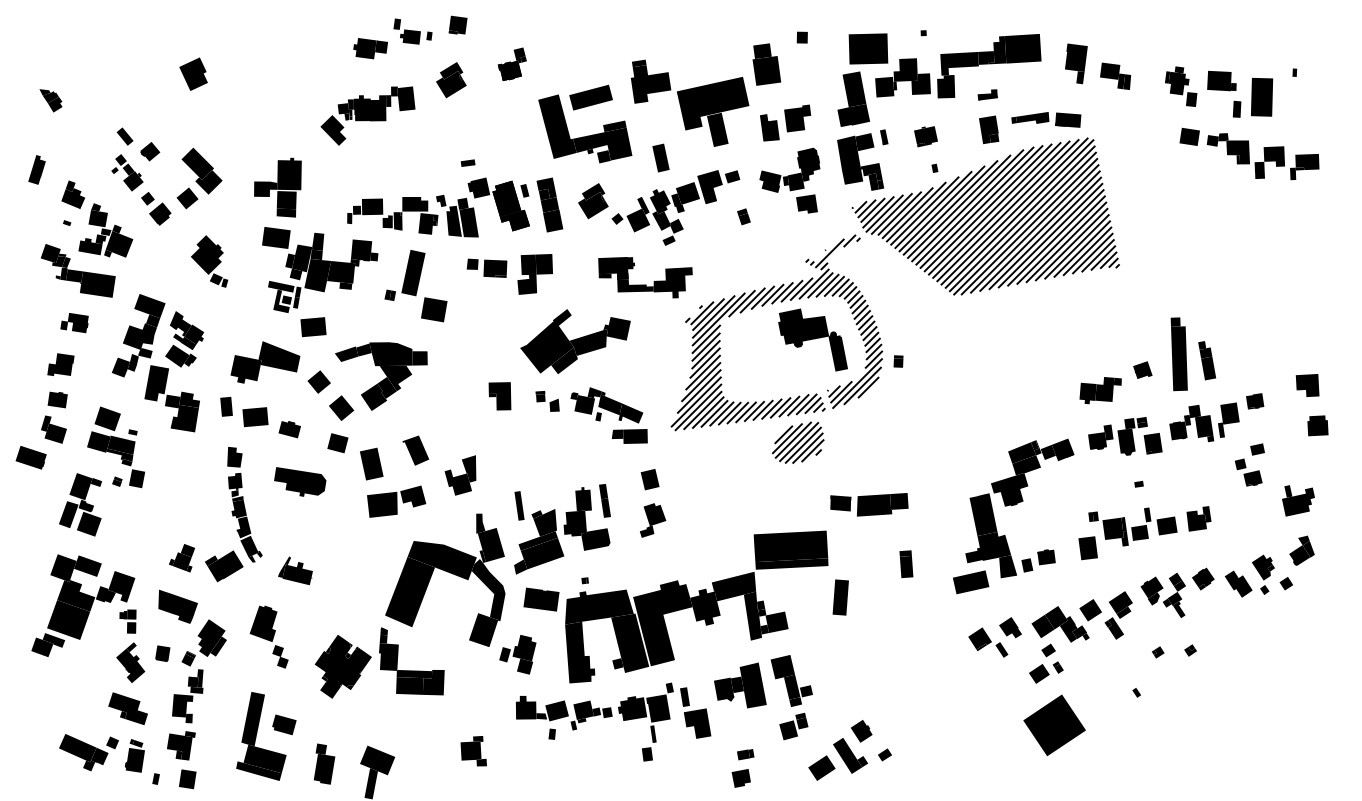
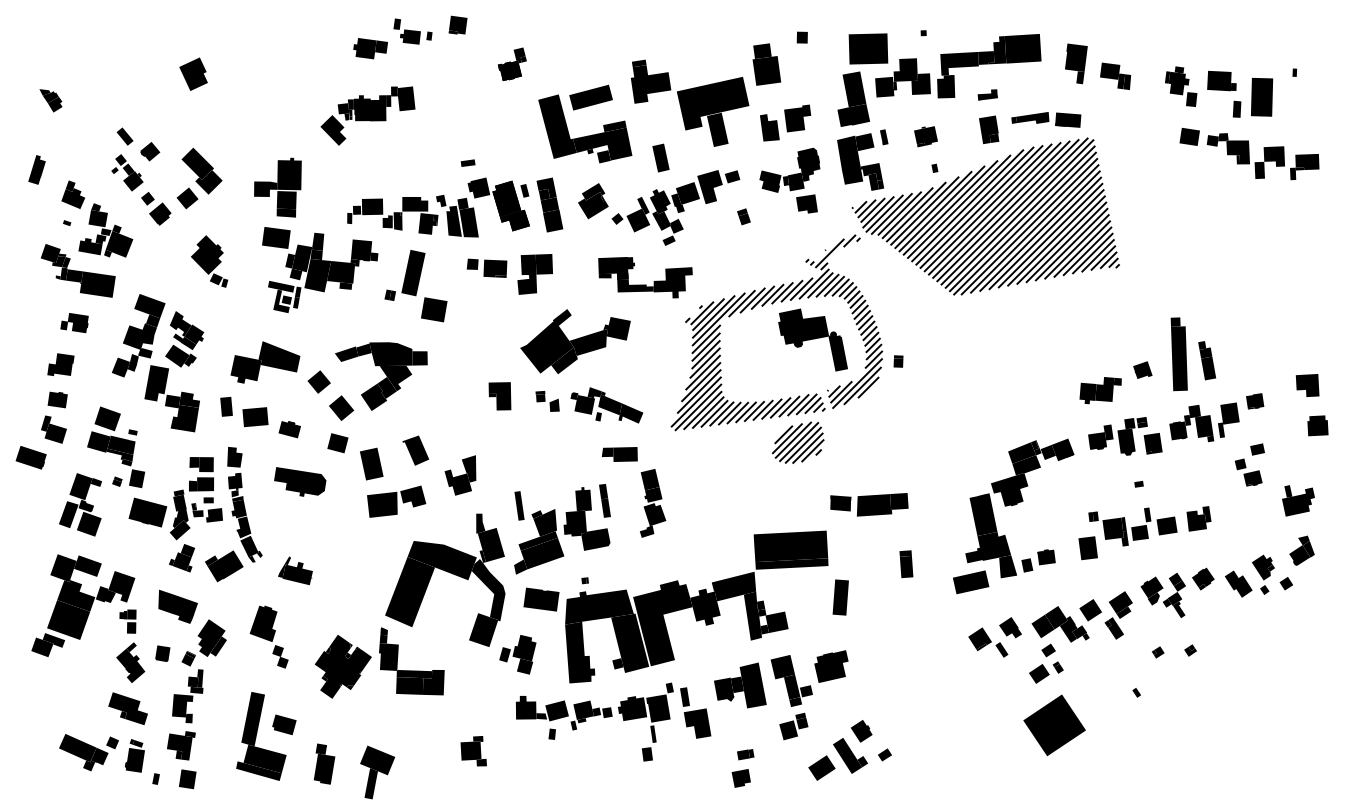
part at (451, 80): present -> none
part at (313, 327): present -> none
part at (629, 436) position: (629, 436) -> (619, 454)
fill at (653, 494): none -> present
part at (175, 498): none -> present
fill at (831, 666): none -> present
